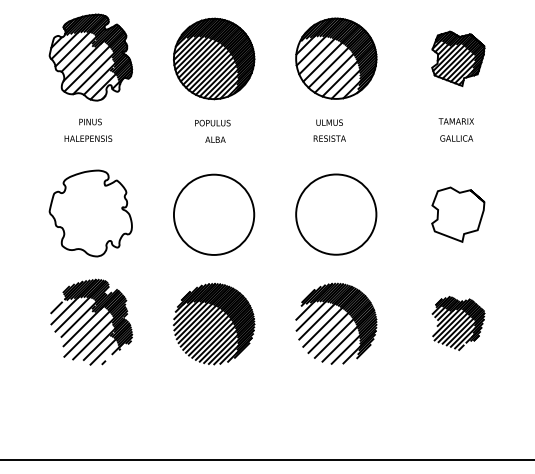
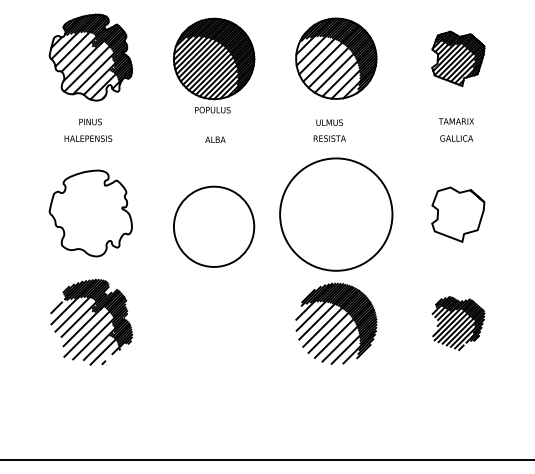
text at (212, 122) position: (212, 122) -> (212, 109)
circle at (214, 214) position: (214, 214) -> (214, 226)
circle at (336, 214) diameter: 80 px -> 112 px
part at (214, 324): present -> none
